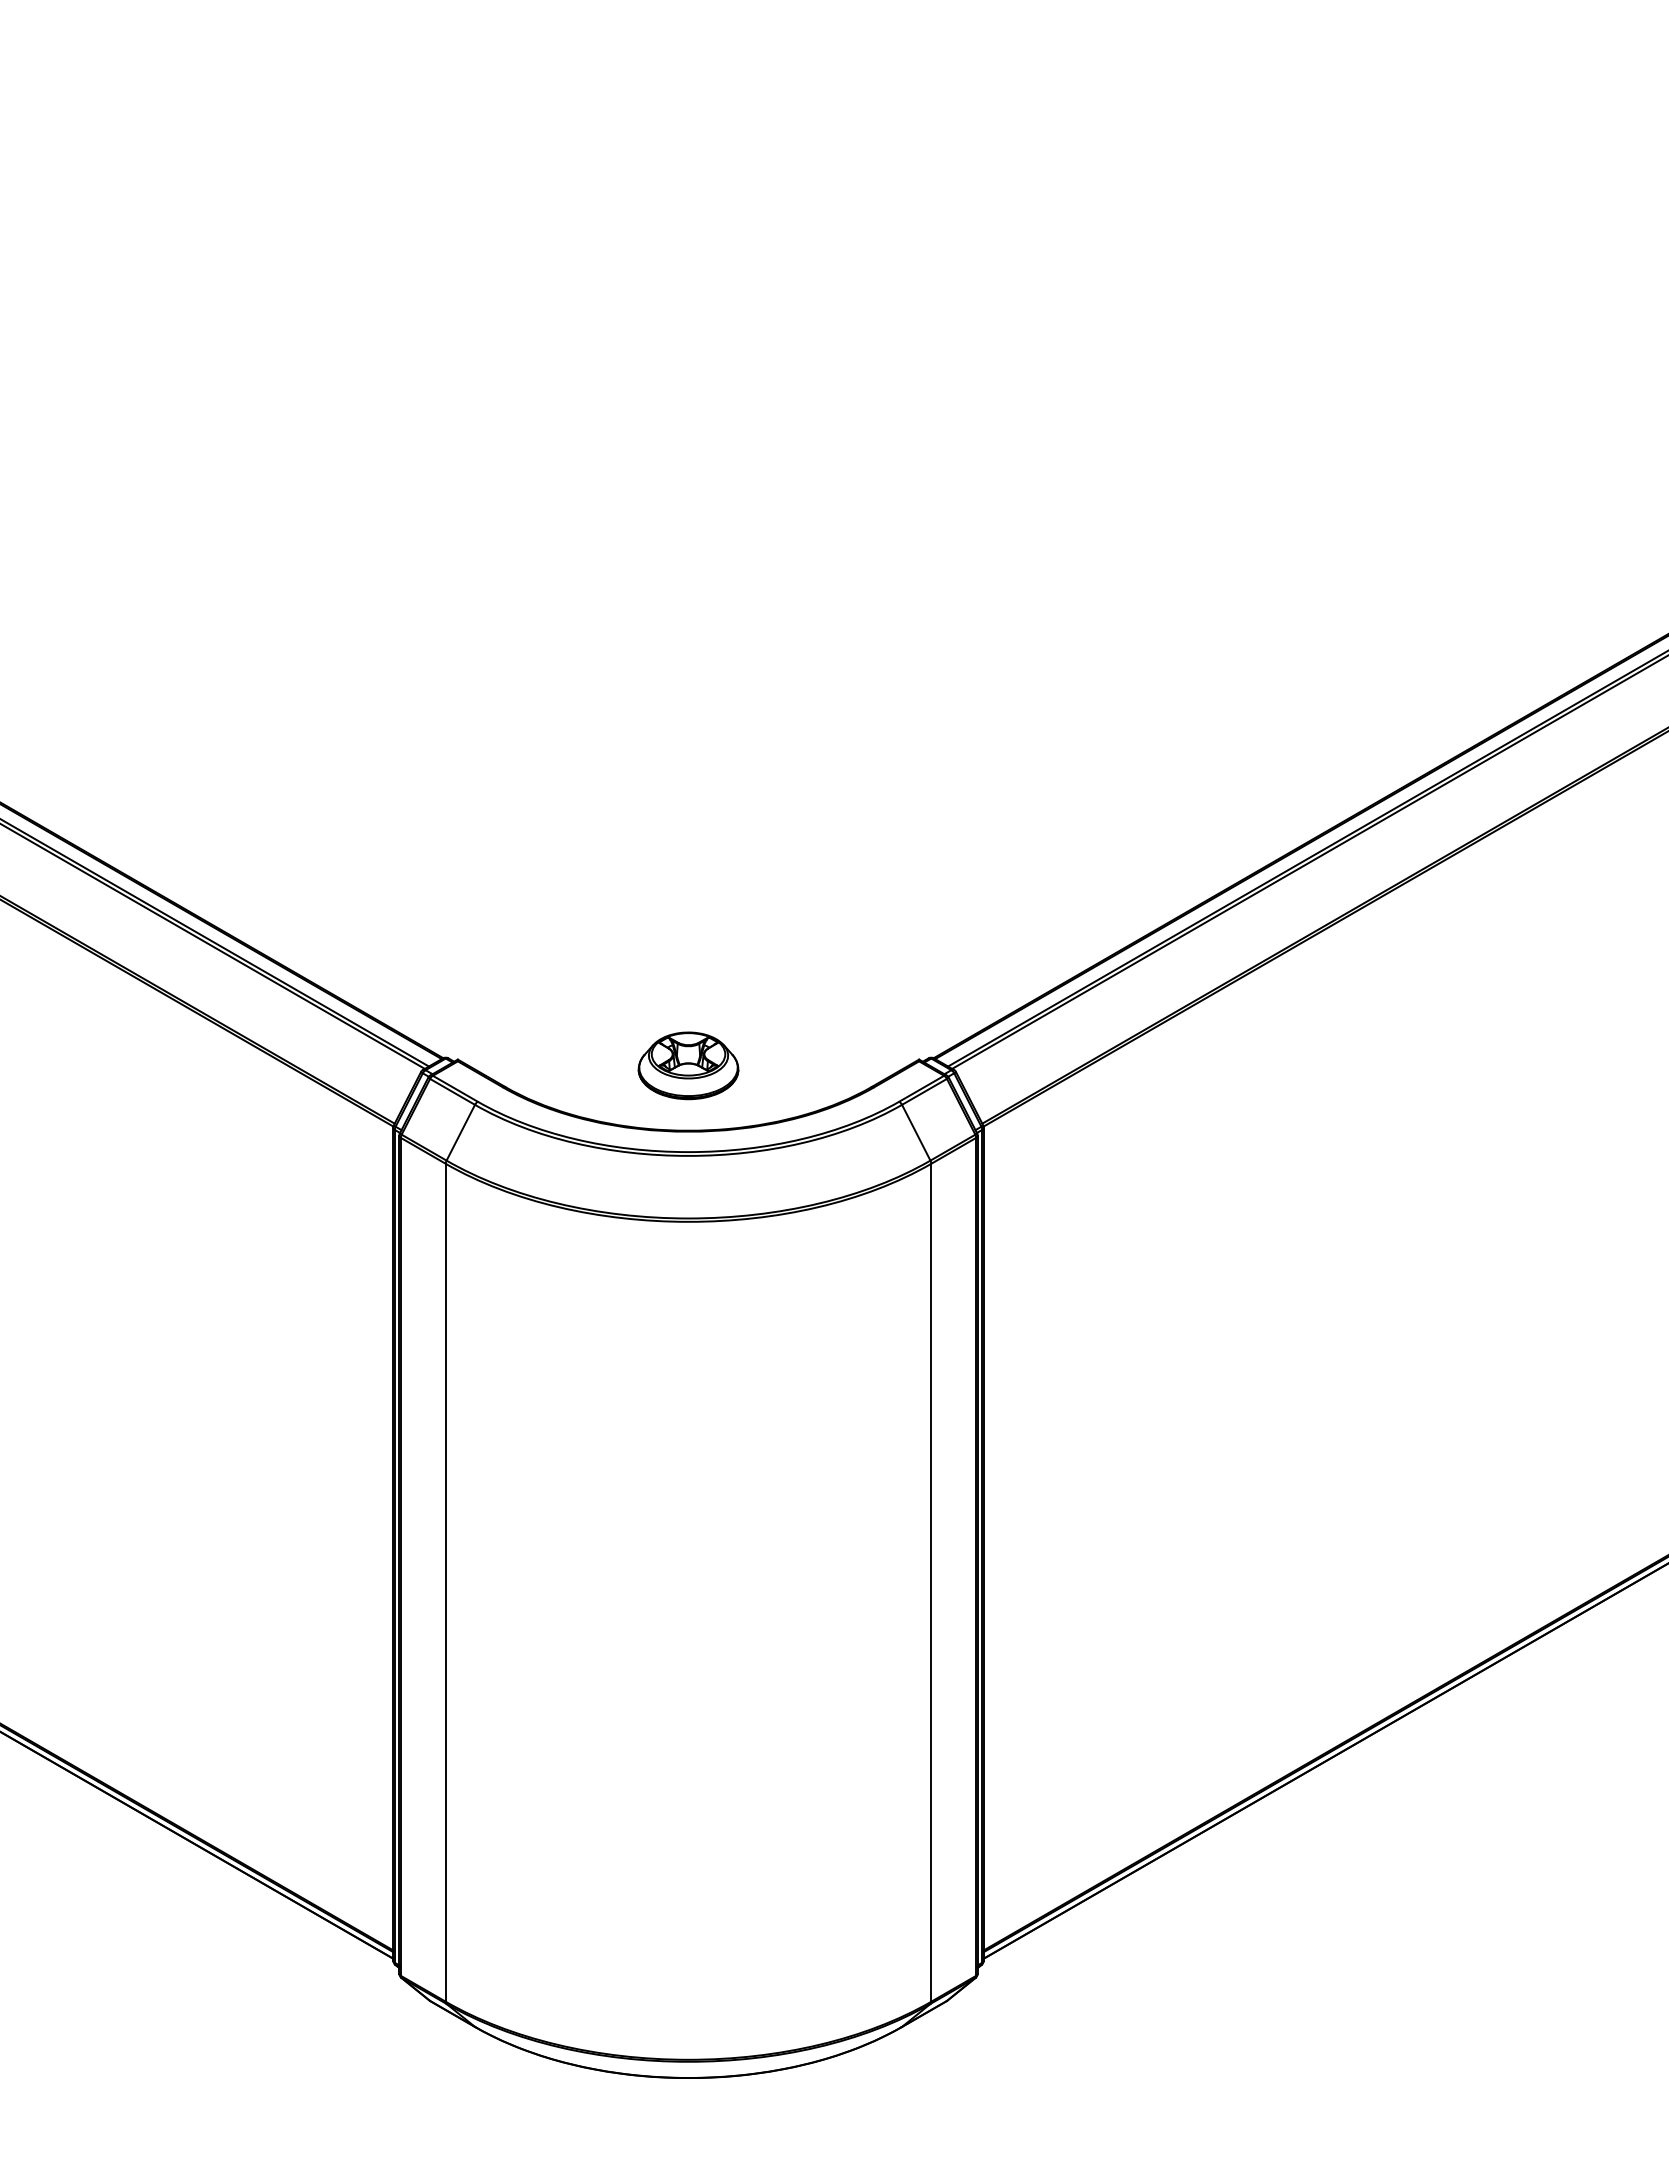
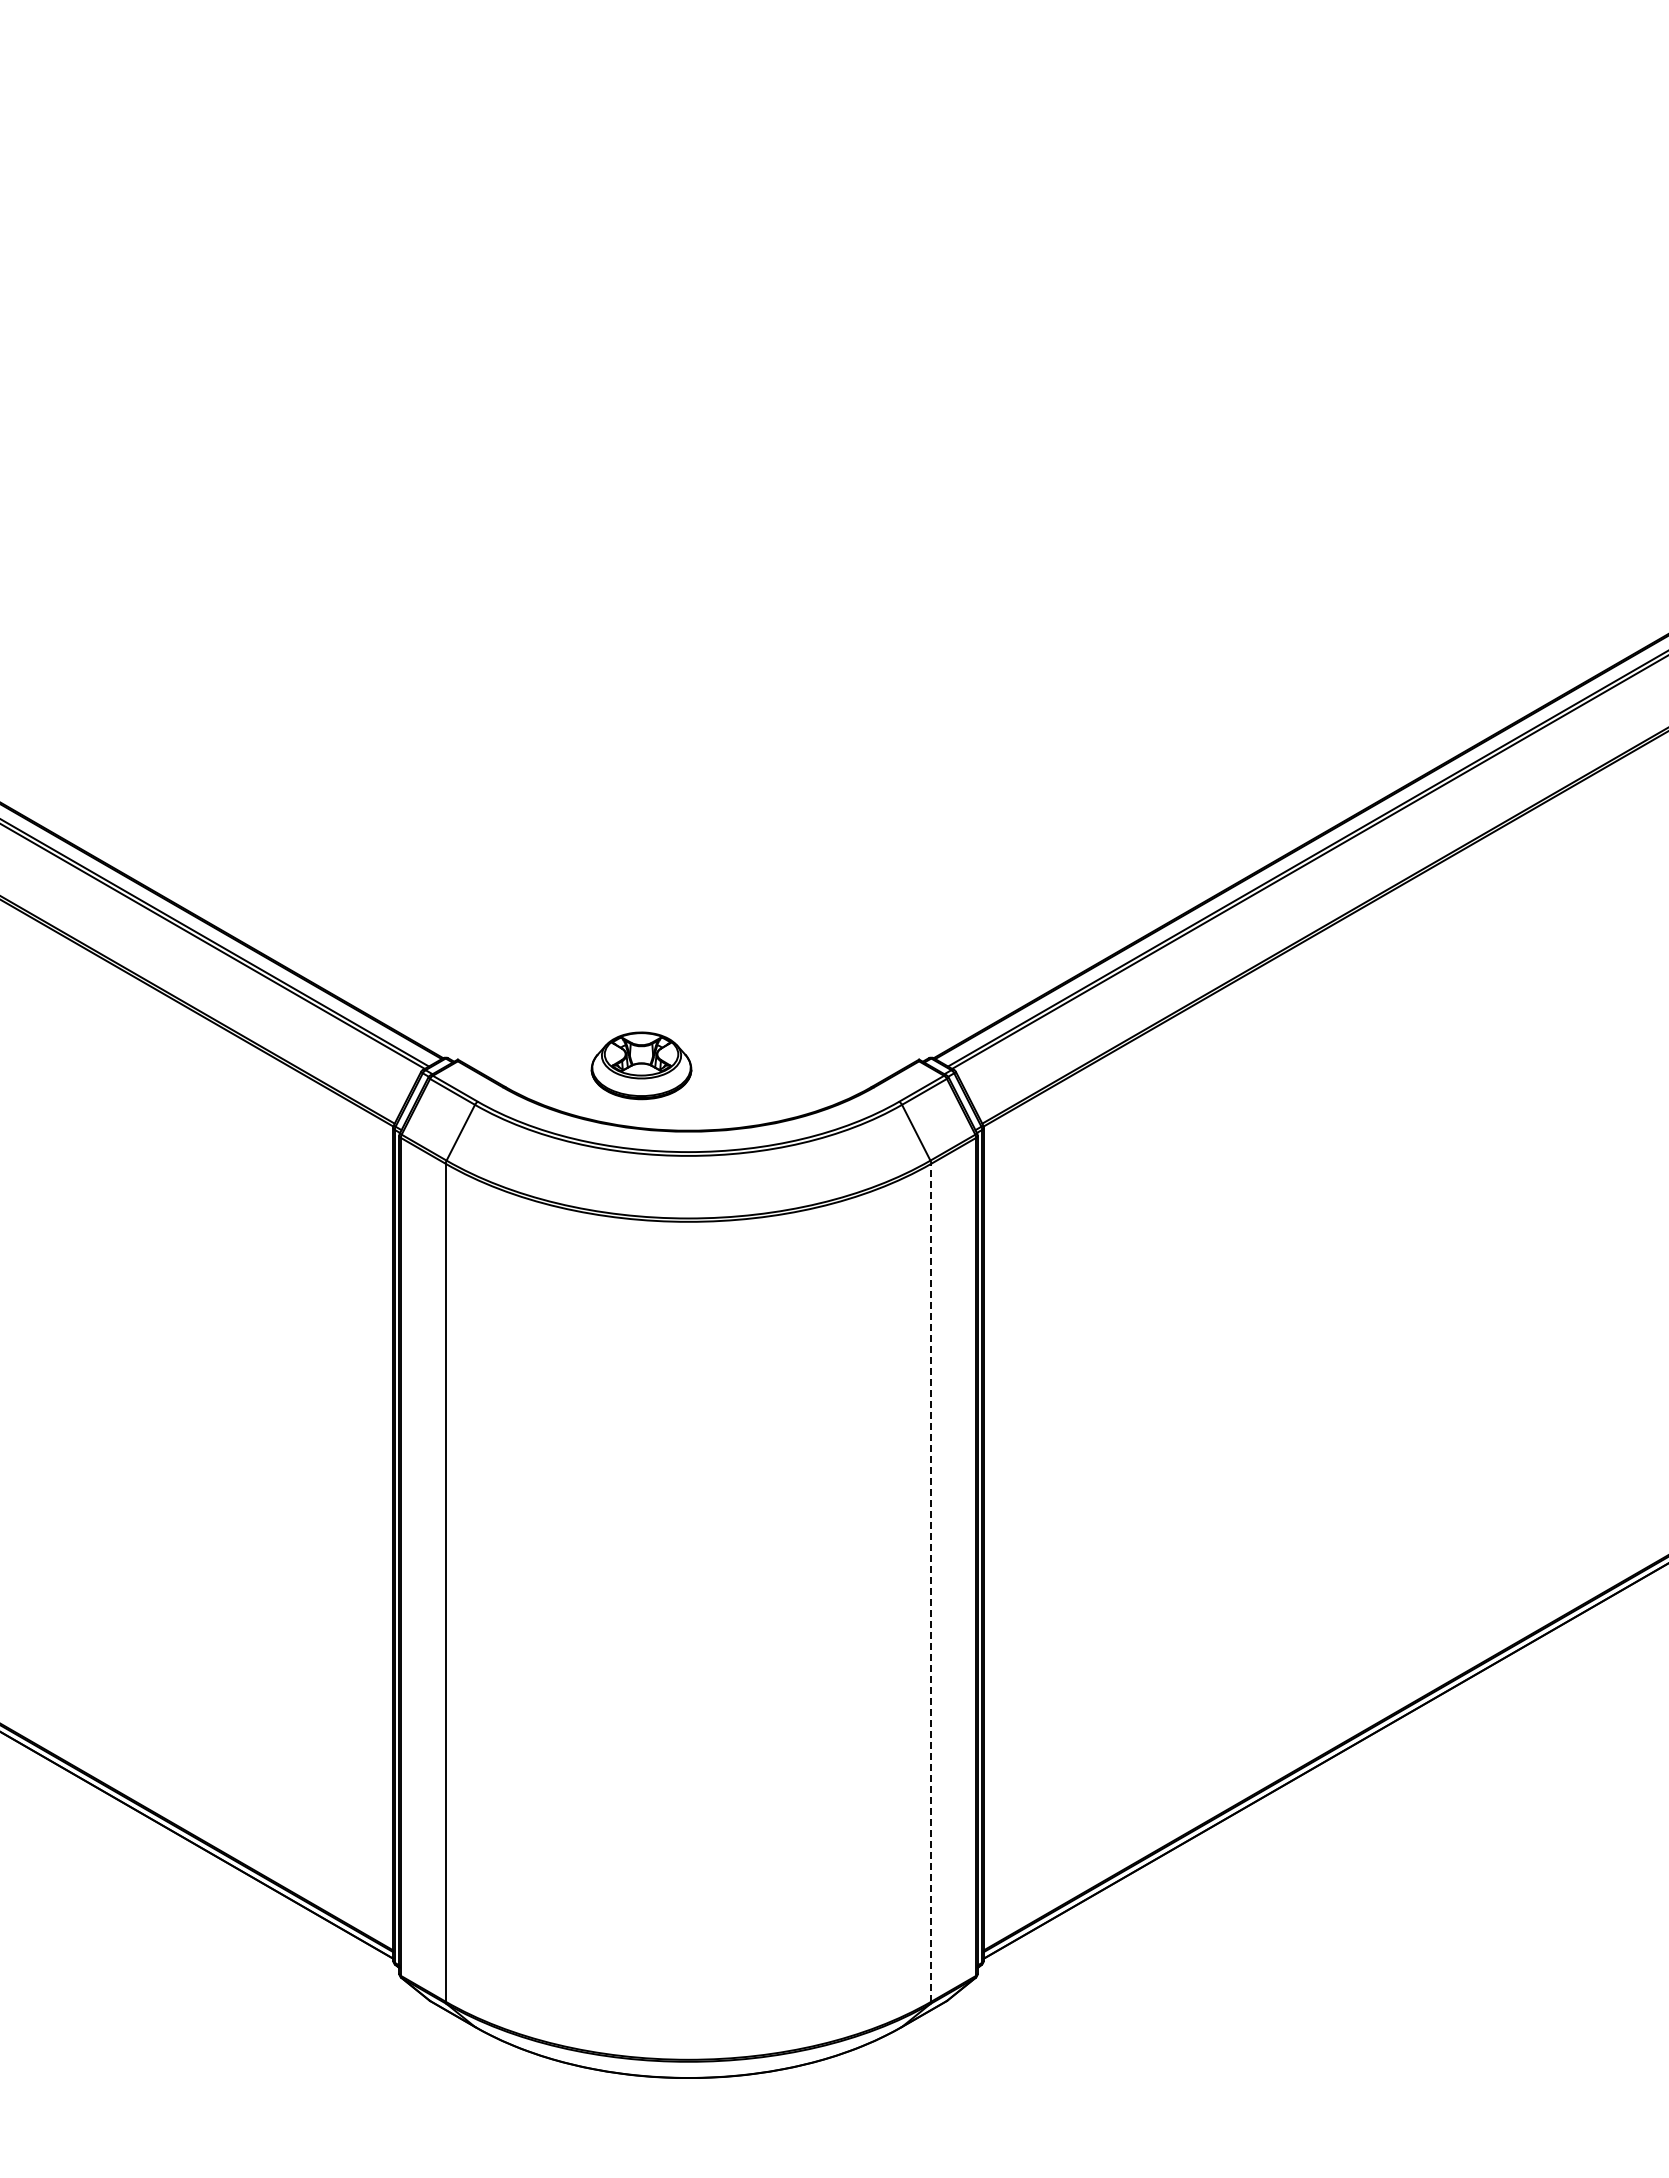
part at (688, 1065) position: (688, 1065) -> (641, 1065)
line at (931, 1582): solid -> dashed
